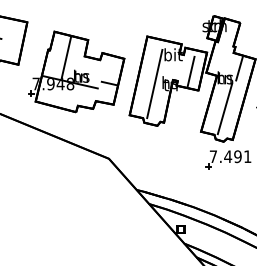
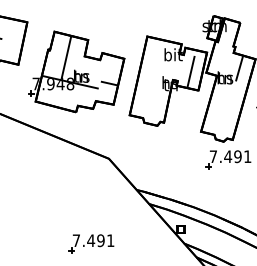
line at (154, 83): present -> none
line at (224, 108): present -> none
part at (91, 243): none -> present
